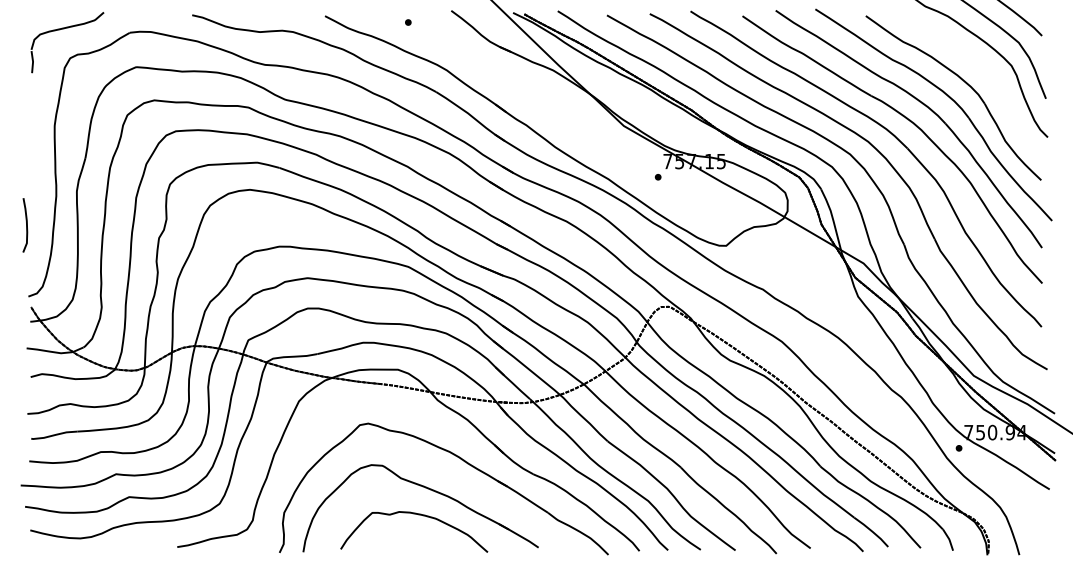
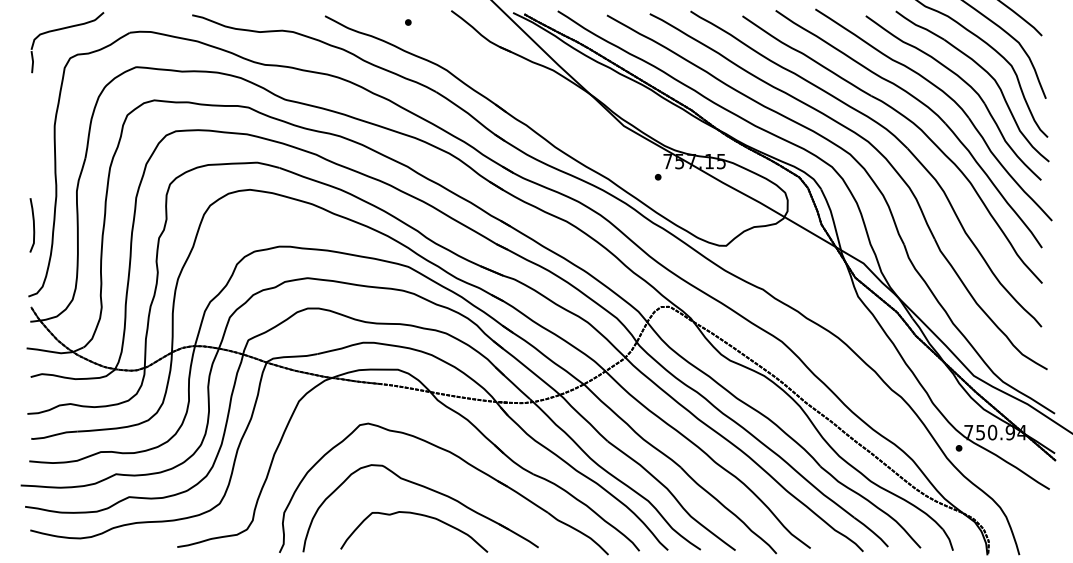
part at (985, 72): none -> present
curve at (26, 225) position: (26, 225) -> (33, 225)
